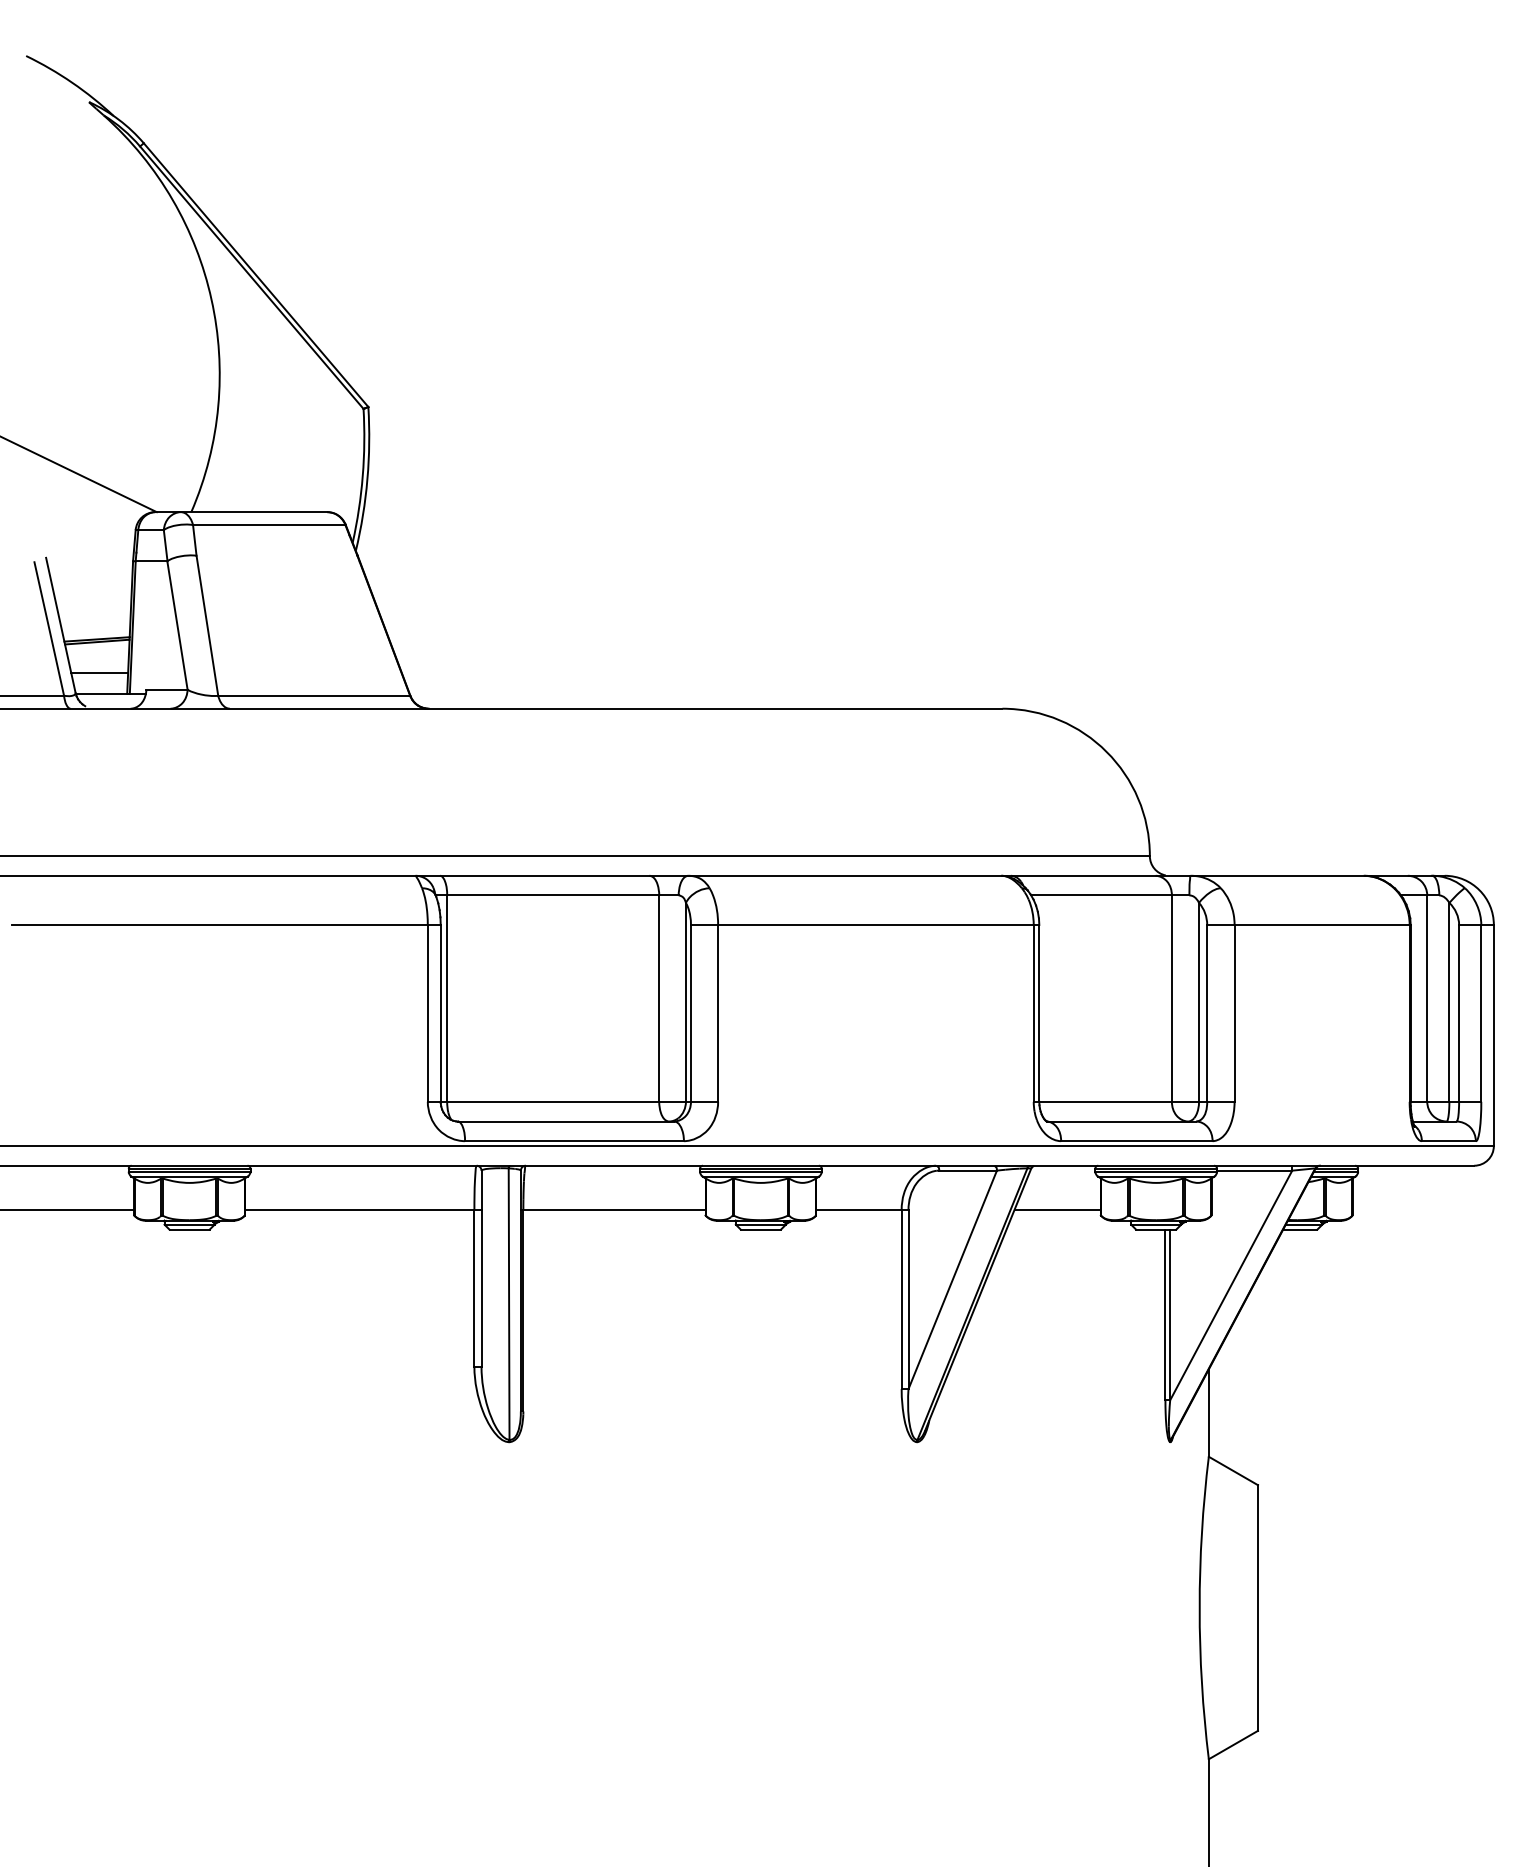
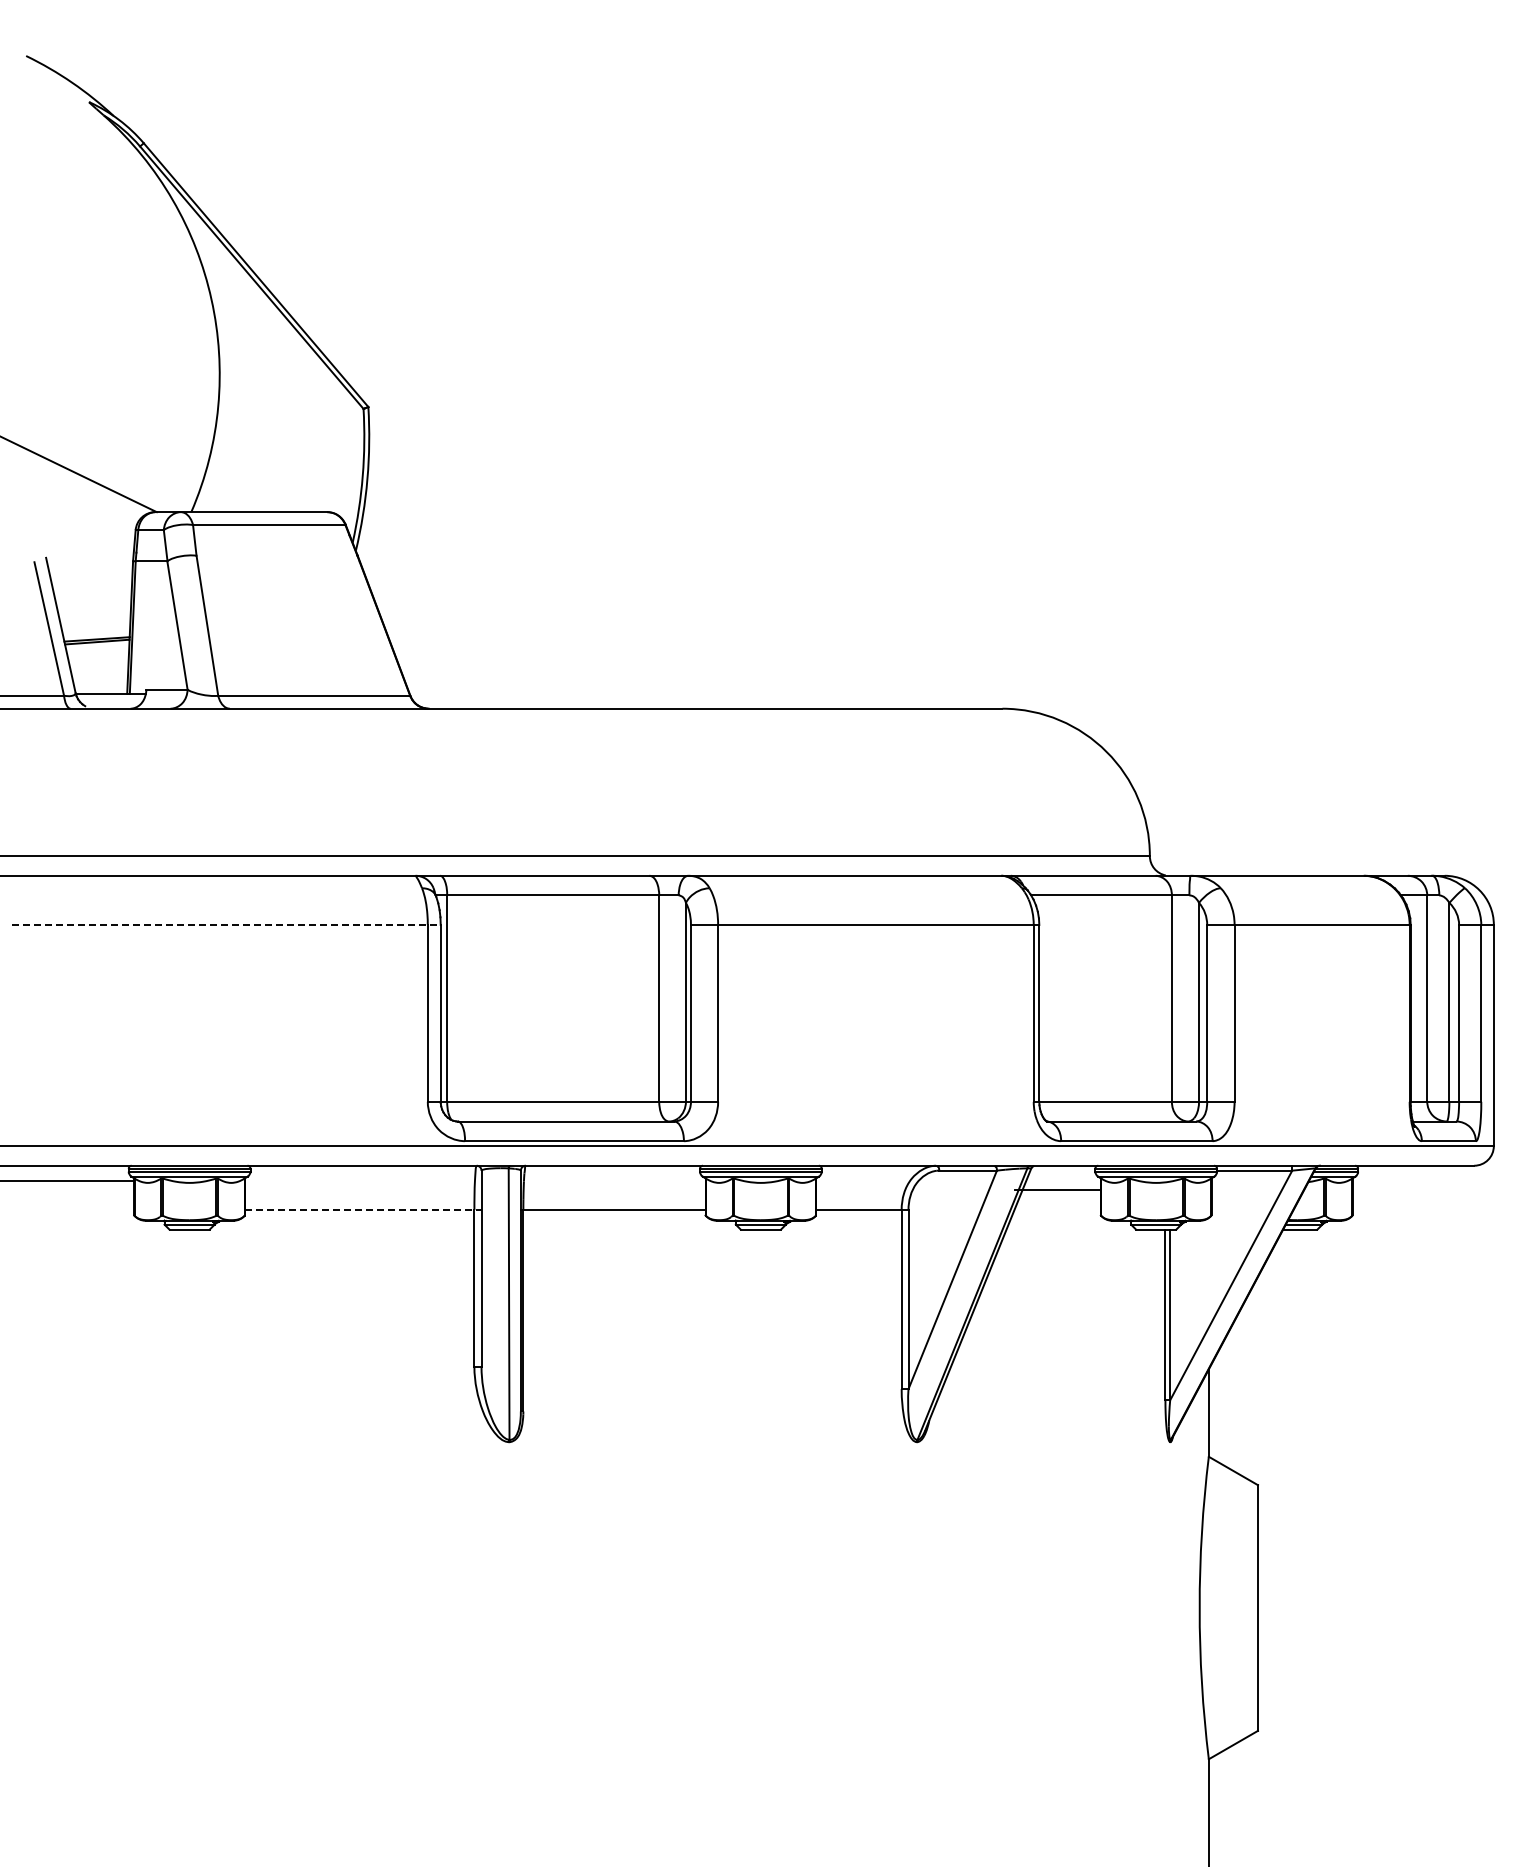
line at (99, 673): present -> none
line at (226, 924): solid -> dashed
line at (68, 1209) position: (68, 1209) -> (68, 1180)
line at (363, 1209): solid -> dashed
line at (1057, 1209) position: (1057, 1209) -> (1057, 1189)
